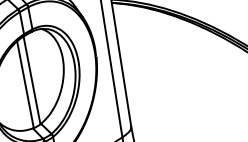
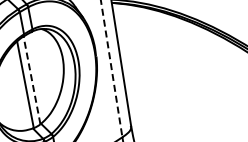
line at (111, 69): solid -> dashed
line at (32, 80): solid -> dashed
